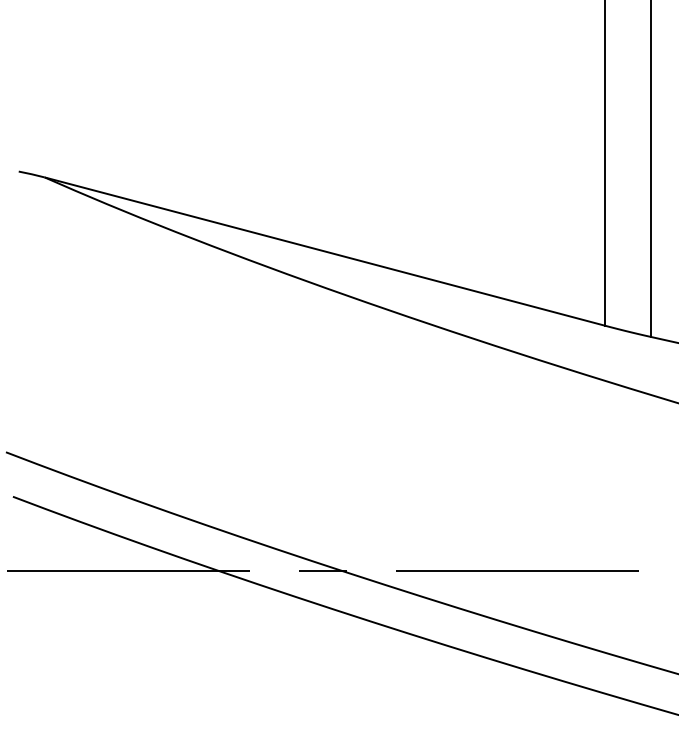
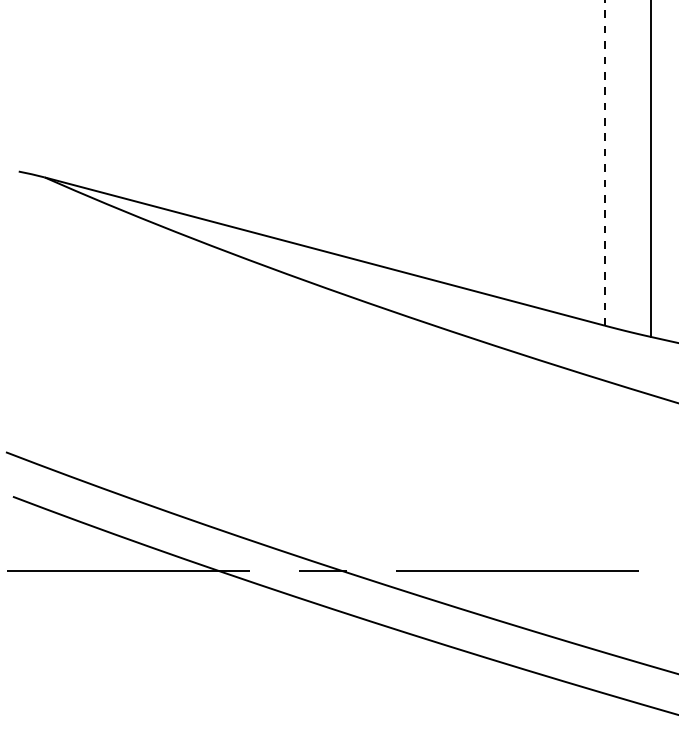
line at (604, 162): solid -> dashed
